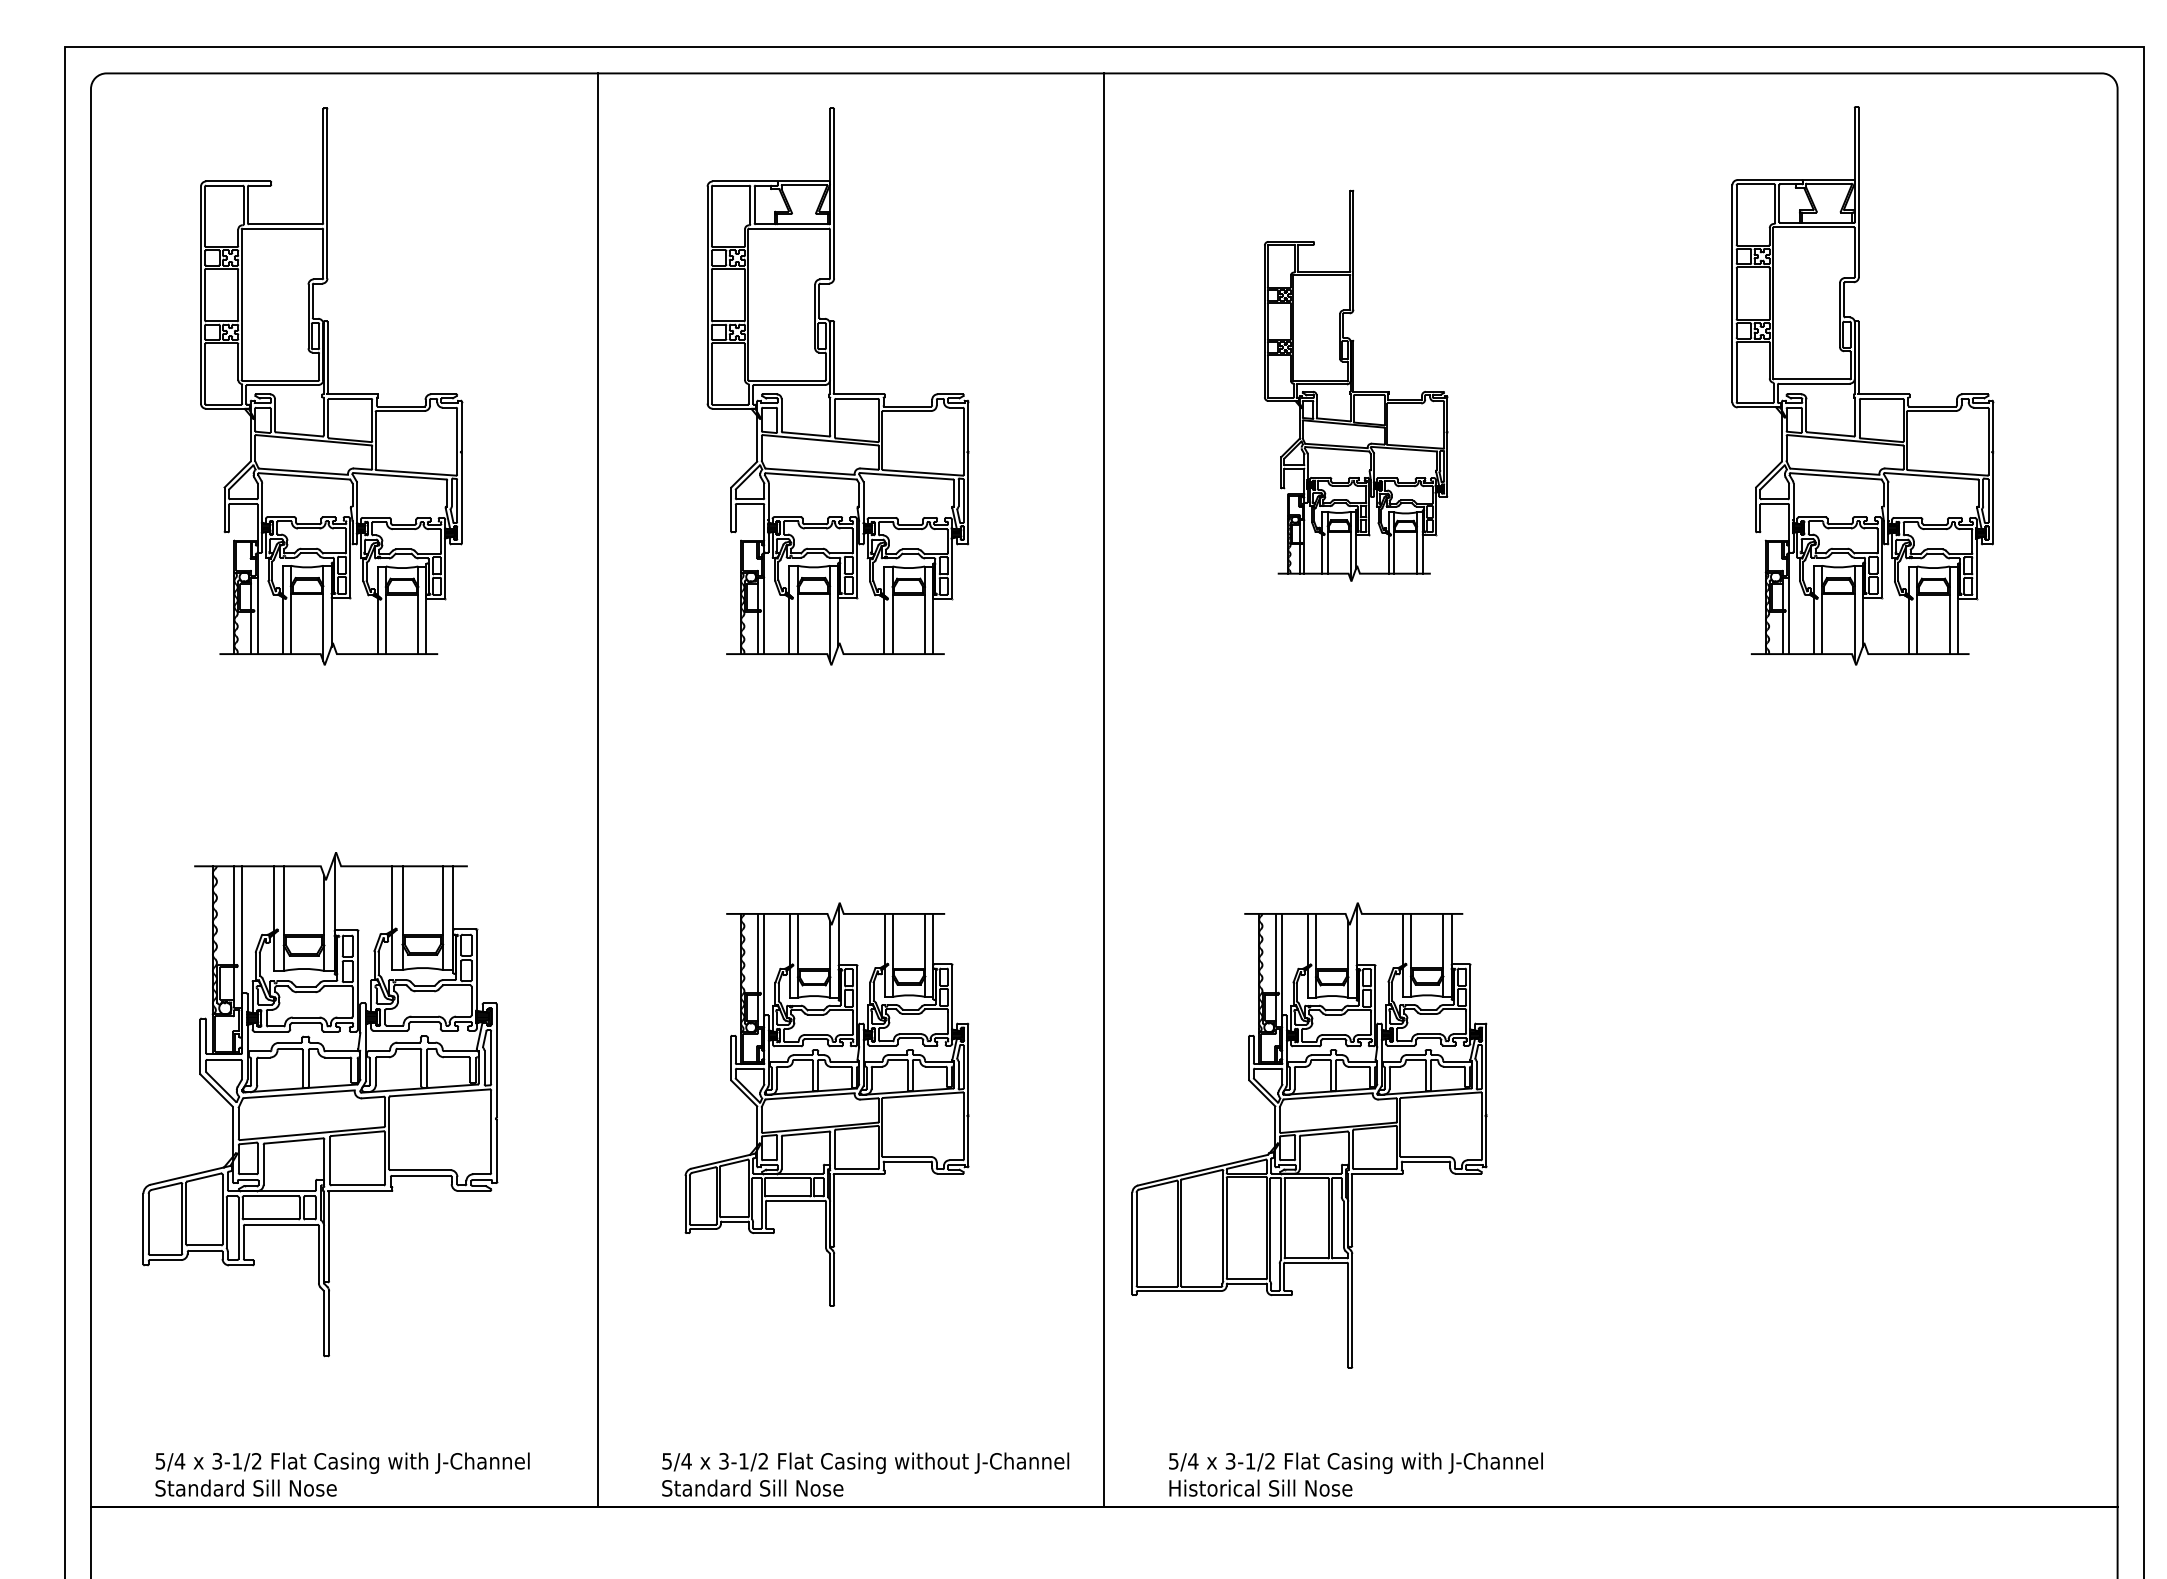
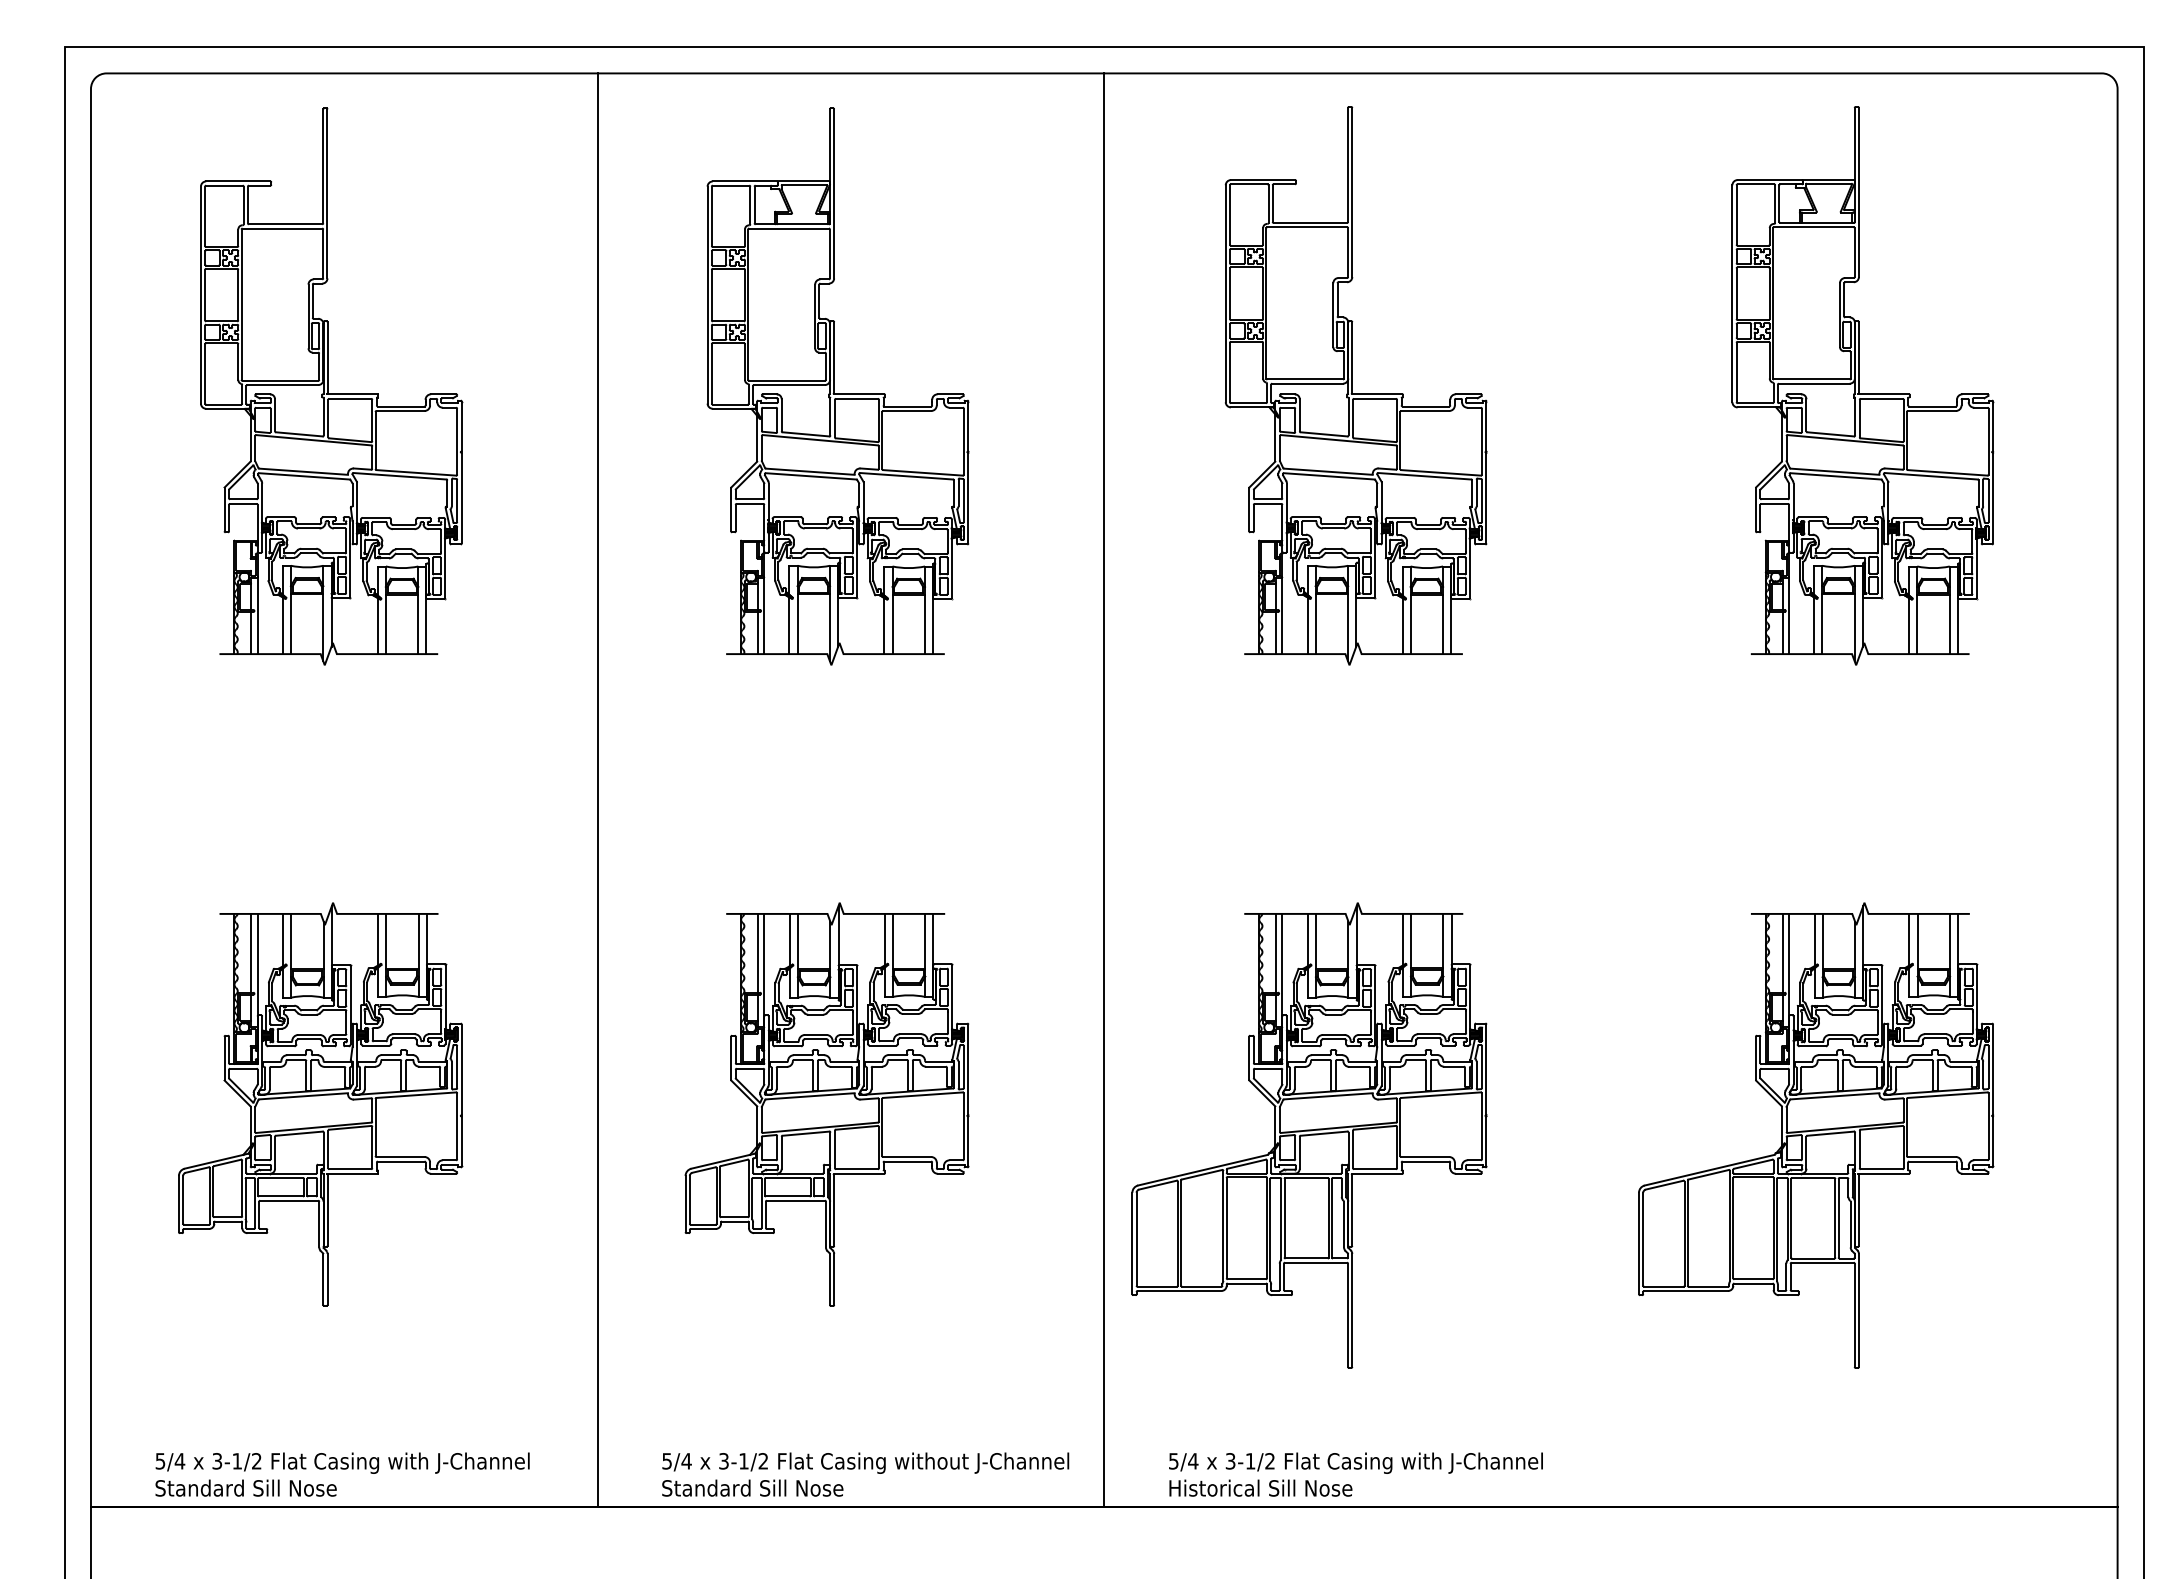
part at (1356, 385) size: 185x393 px -> 264x560 px
part at (320, 1104) size: 357x506 px -> 286x405 px
part at (1816, 1135): none -> present
